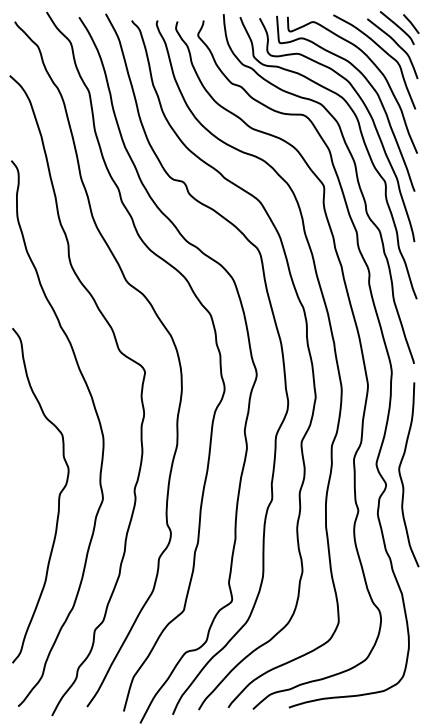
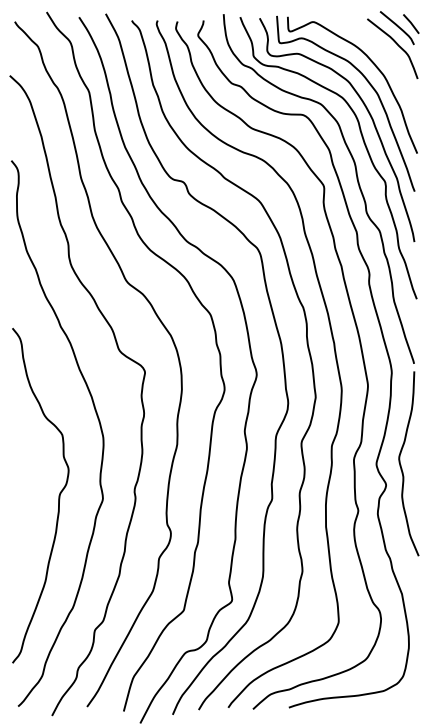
curve at (383, 51): present -> none
curve at (401, 475) position: (401, 475) -> (401, 464)
